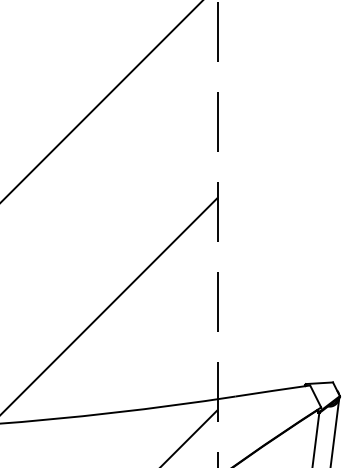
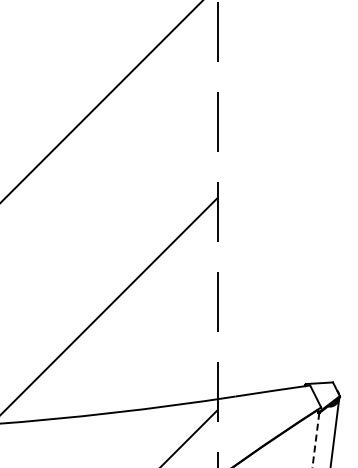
line at (315, 440): solid -> dashed
